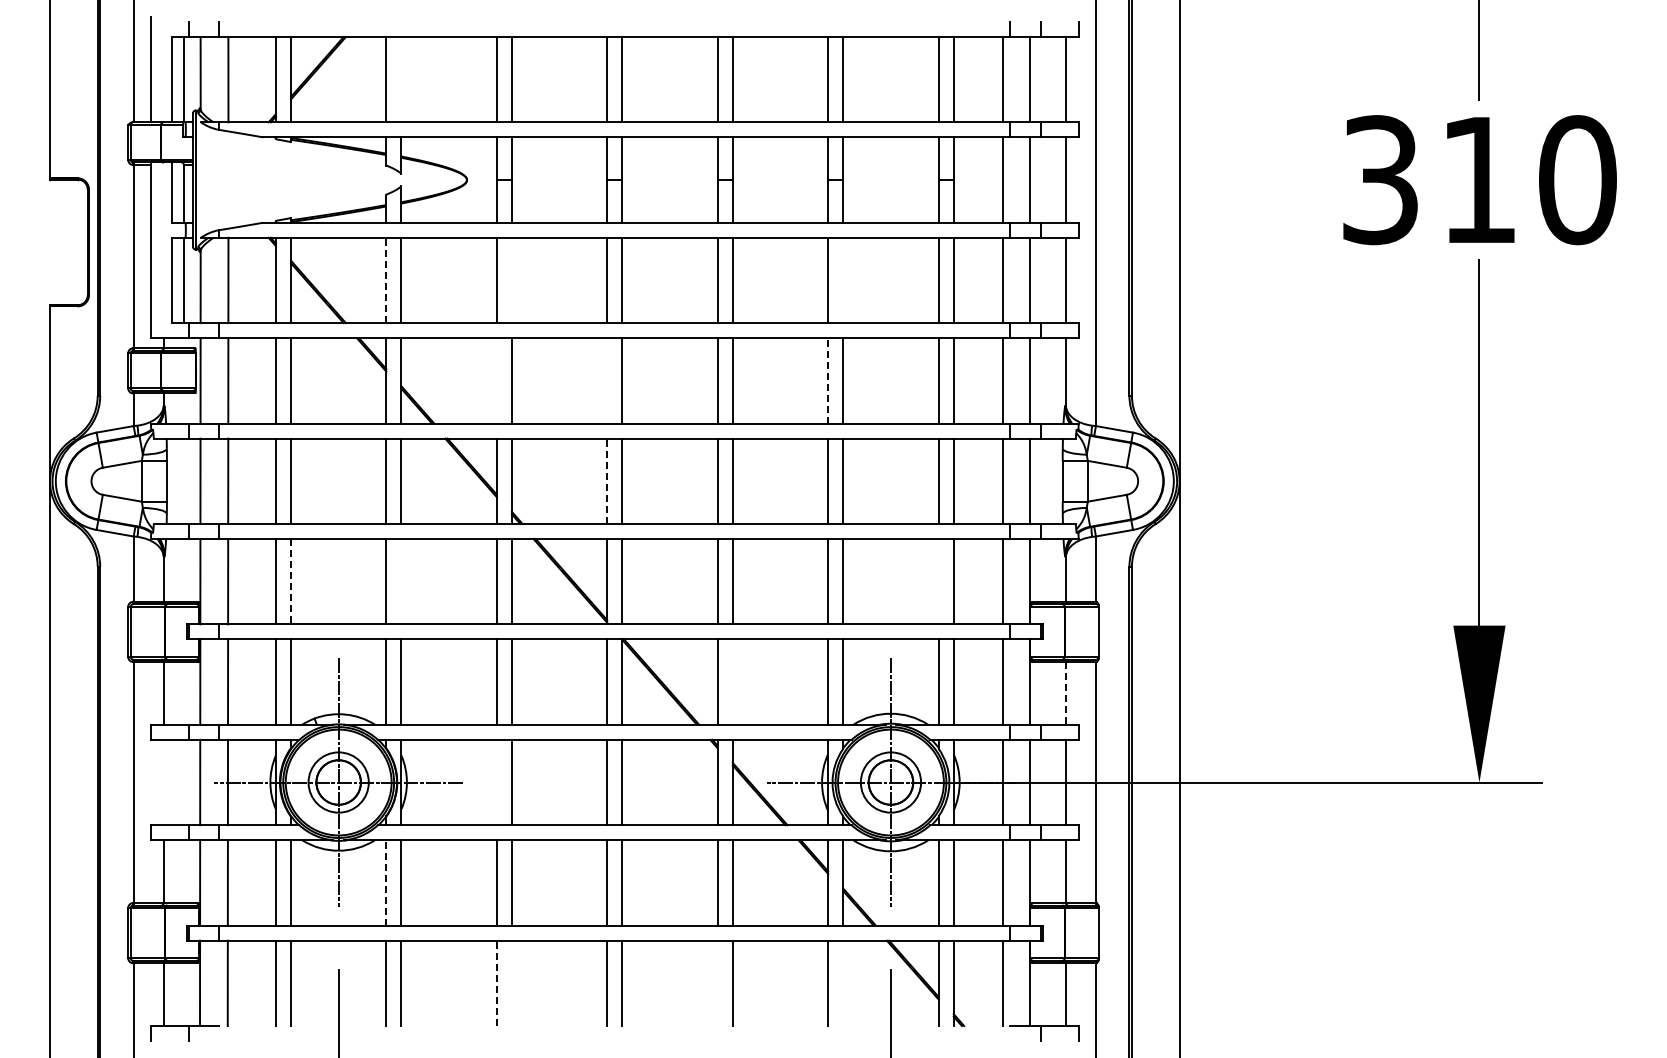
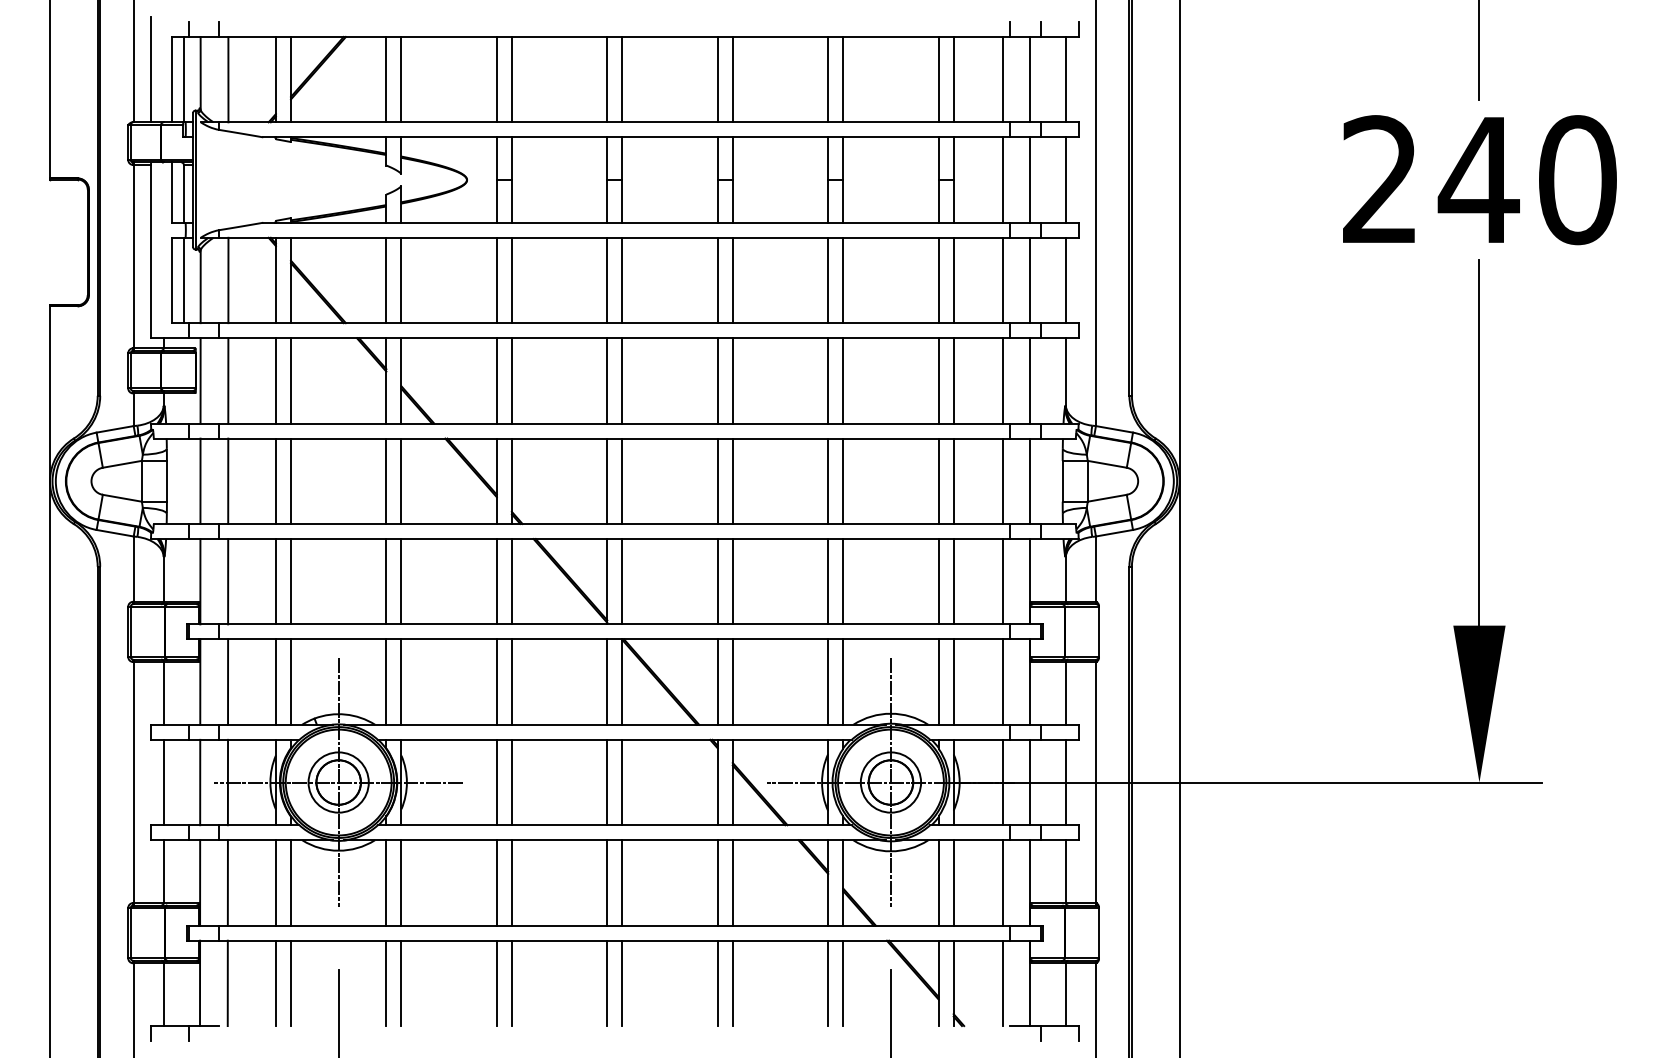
line at (401, 79): none -> present
text at (1431, 180): 310 -> 240
line at (386, 280): dashed -> solid
line at (511, 280): none -> present
line at (843, 280): none -> present
line at (496, 380): none -> present
line at (607, 380): none -> present
line at (828, 380): dashed -> solid
line at (607, 481): dashed -> solid
line at (291, 581): dashed -> solid
line at (401, 581): none -> present
line at (938, 581): none -> present
line at (732, 681): none -> present
line at (1065, 693): dashed -> solid
line at (163, 782): none -> present
line at (496, 782): none -> present
line at (386, 882): dashed -> solid
line at (496, 983): dashed -> solid
line at (511, 983): none -> present
line at (717, 983): none -> present
line at (843, 983): none -> present
